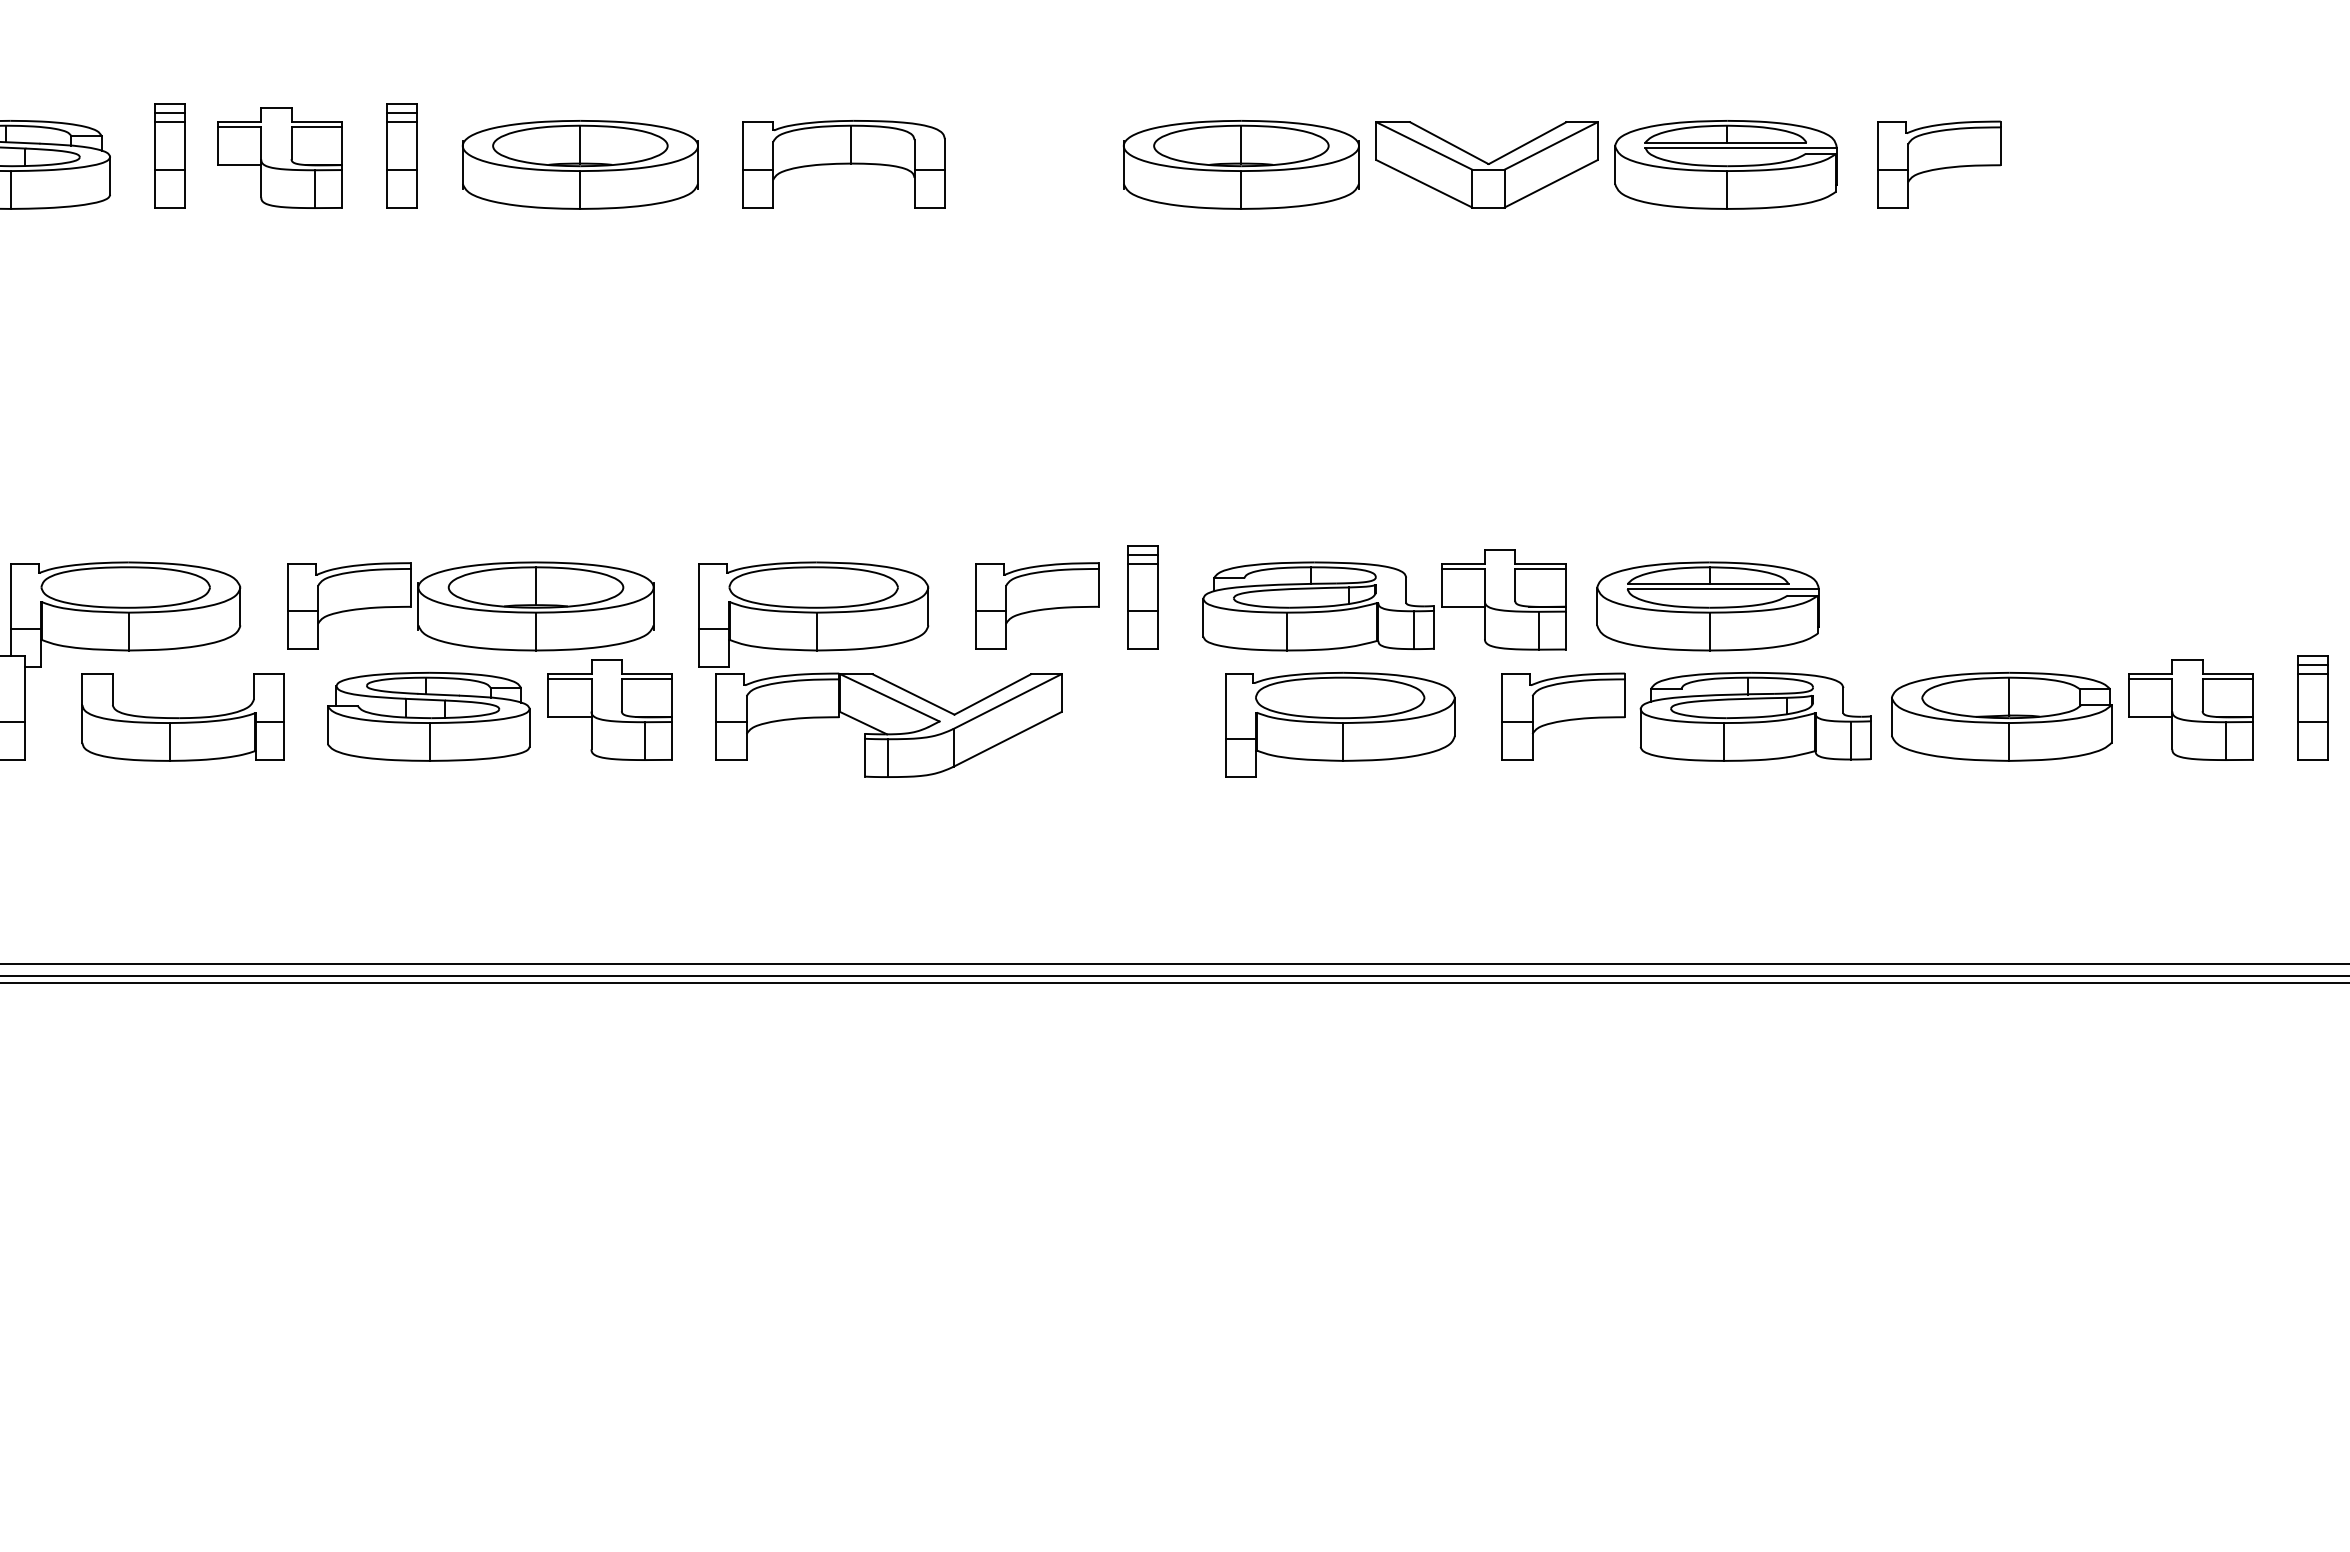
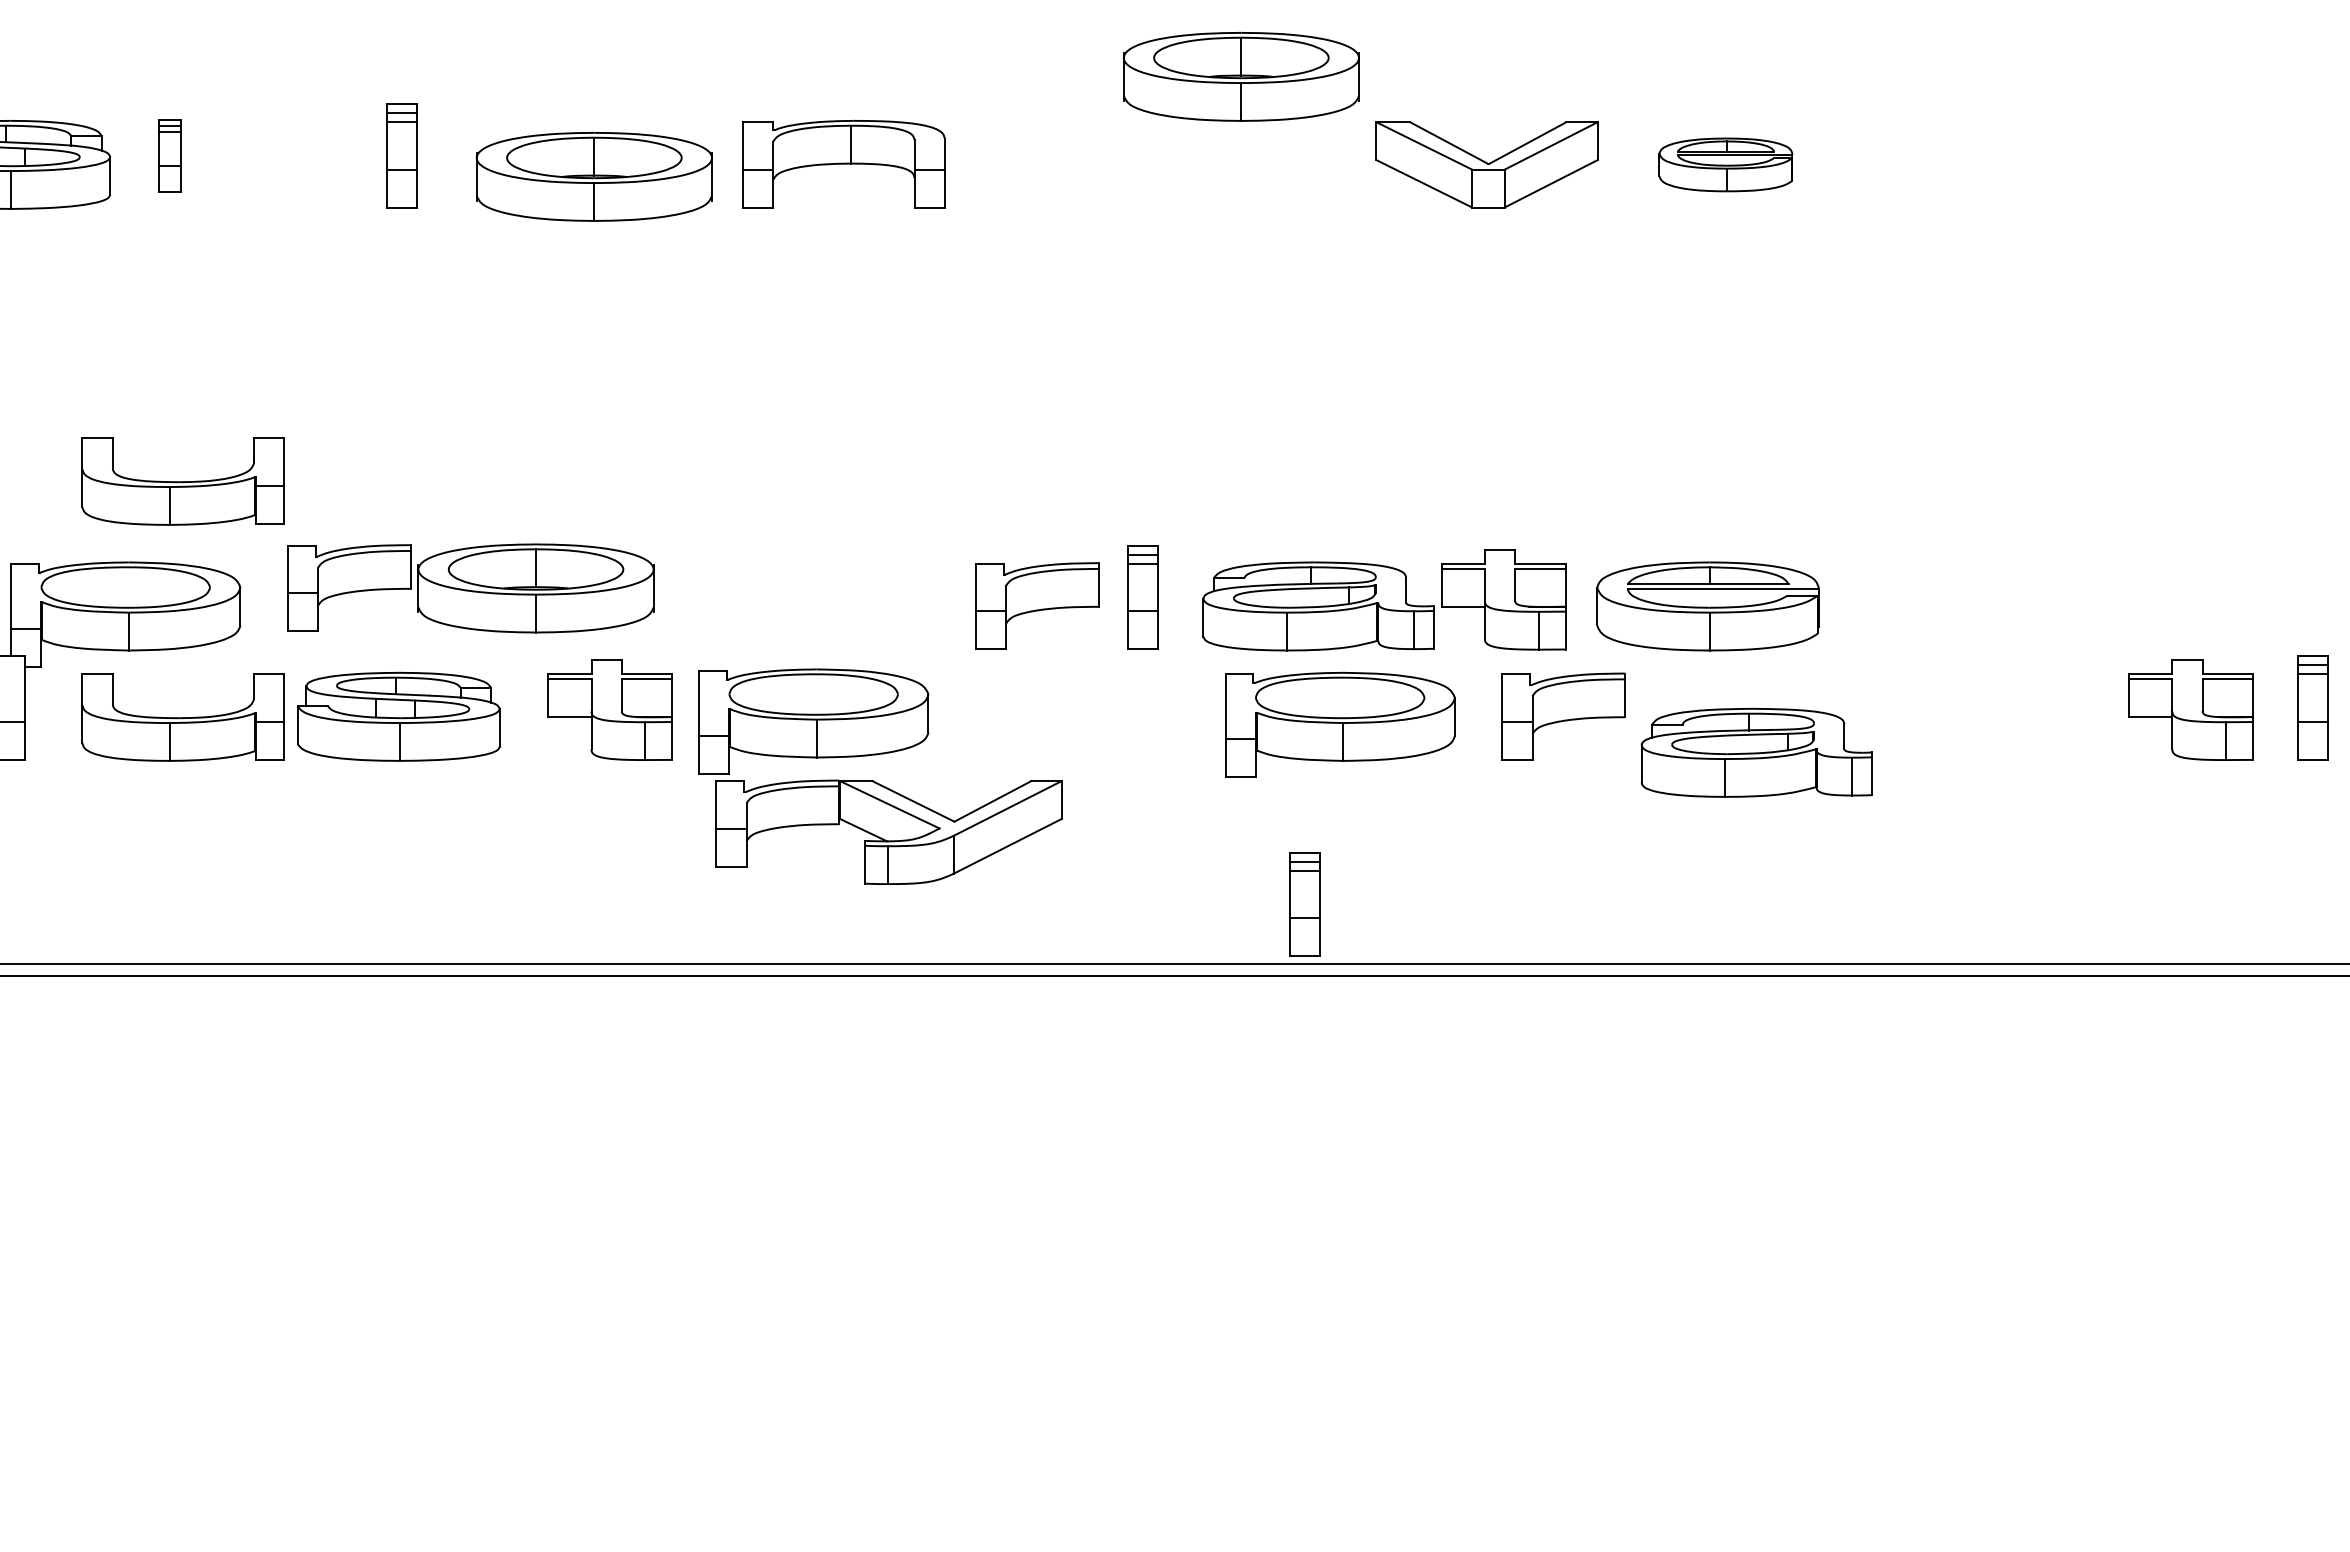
part at (169, 155) size: 32x106 px -> 24x74 px
part at (279, 157): present -> none
part at (579, 164) position: (579, 164) -> (593, 176)
part at (1240, 164) position: (1240, 164) -> (1240, 76)
part at (1725, 164) size: 224x90 px -> 136x56 px
part at (1939, 164): present -> none
part at (182, 481): none -> present
part at (470, 606) position: (470, 606) -> (470, 588)
part at (877, 675) position: (877, 675) -> (877, 782)
part at (428, 716) position: (428, 716) -> (398, 716)
part at (1755, 716) position: (1755, 716) -> (1756, 752)
part at (2001, 716): present -> none
part at (1304, 904): none -> present
line at (1174, 983): present -> none
